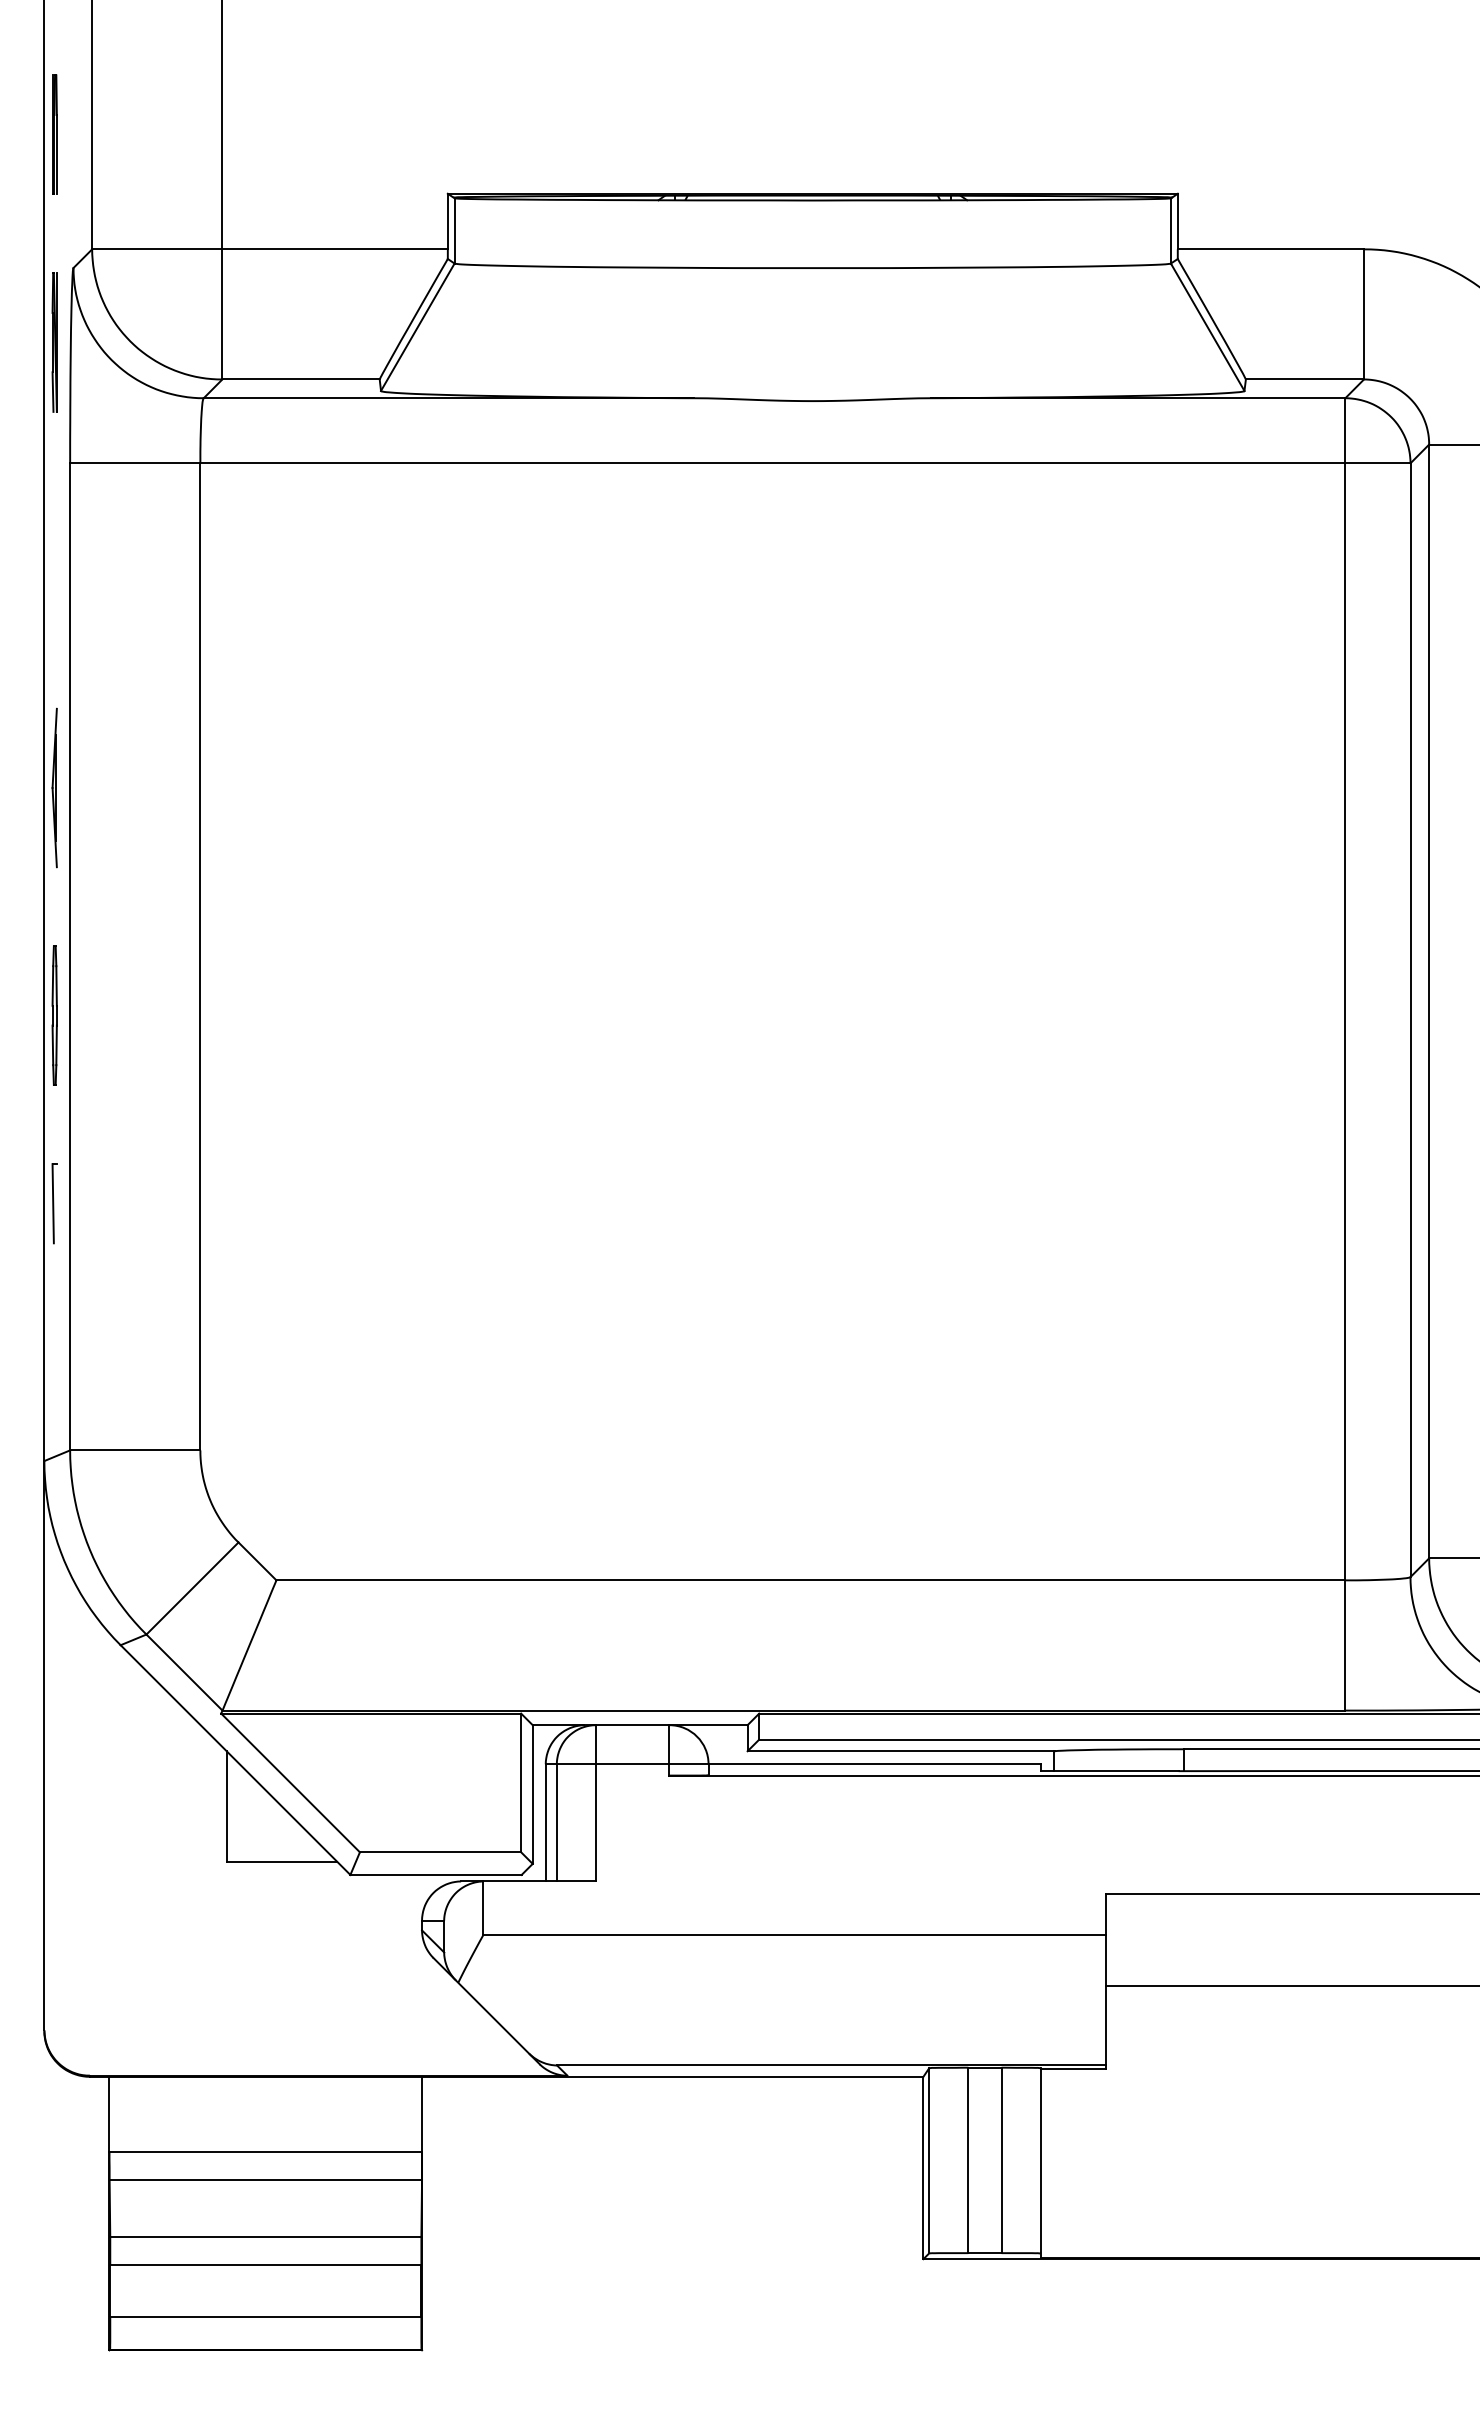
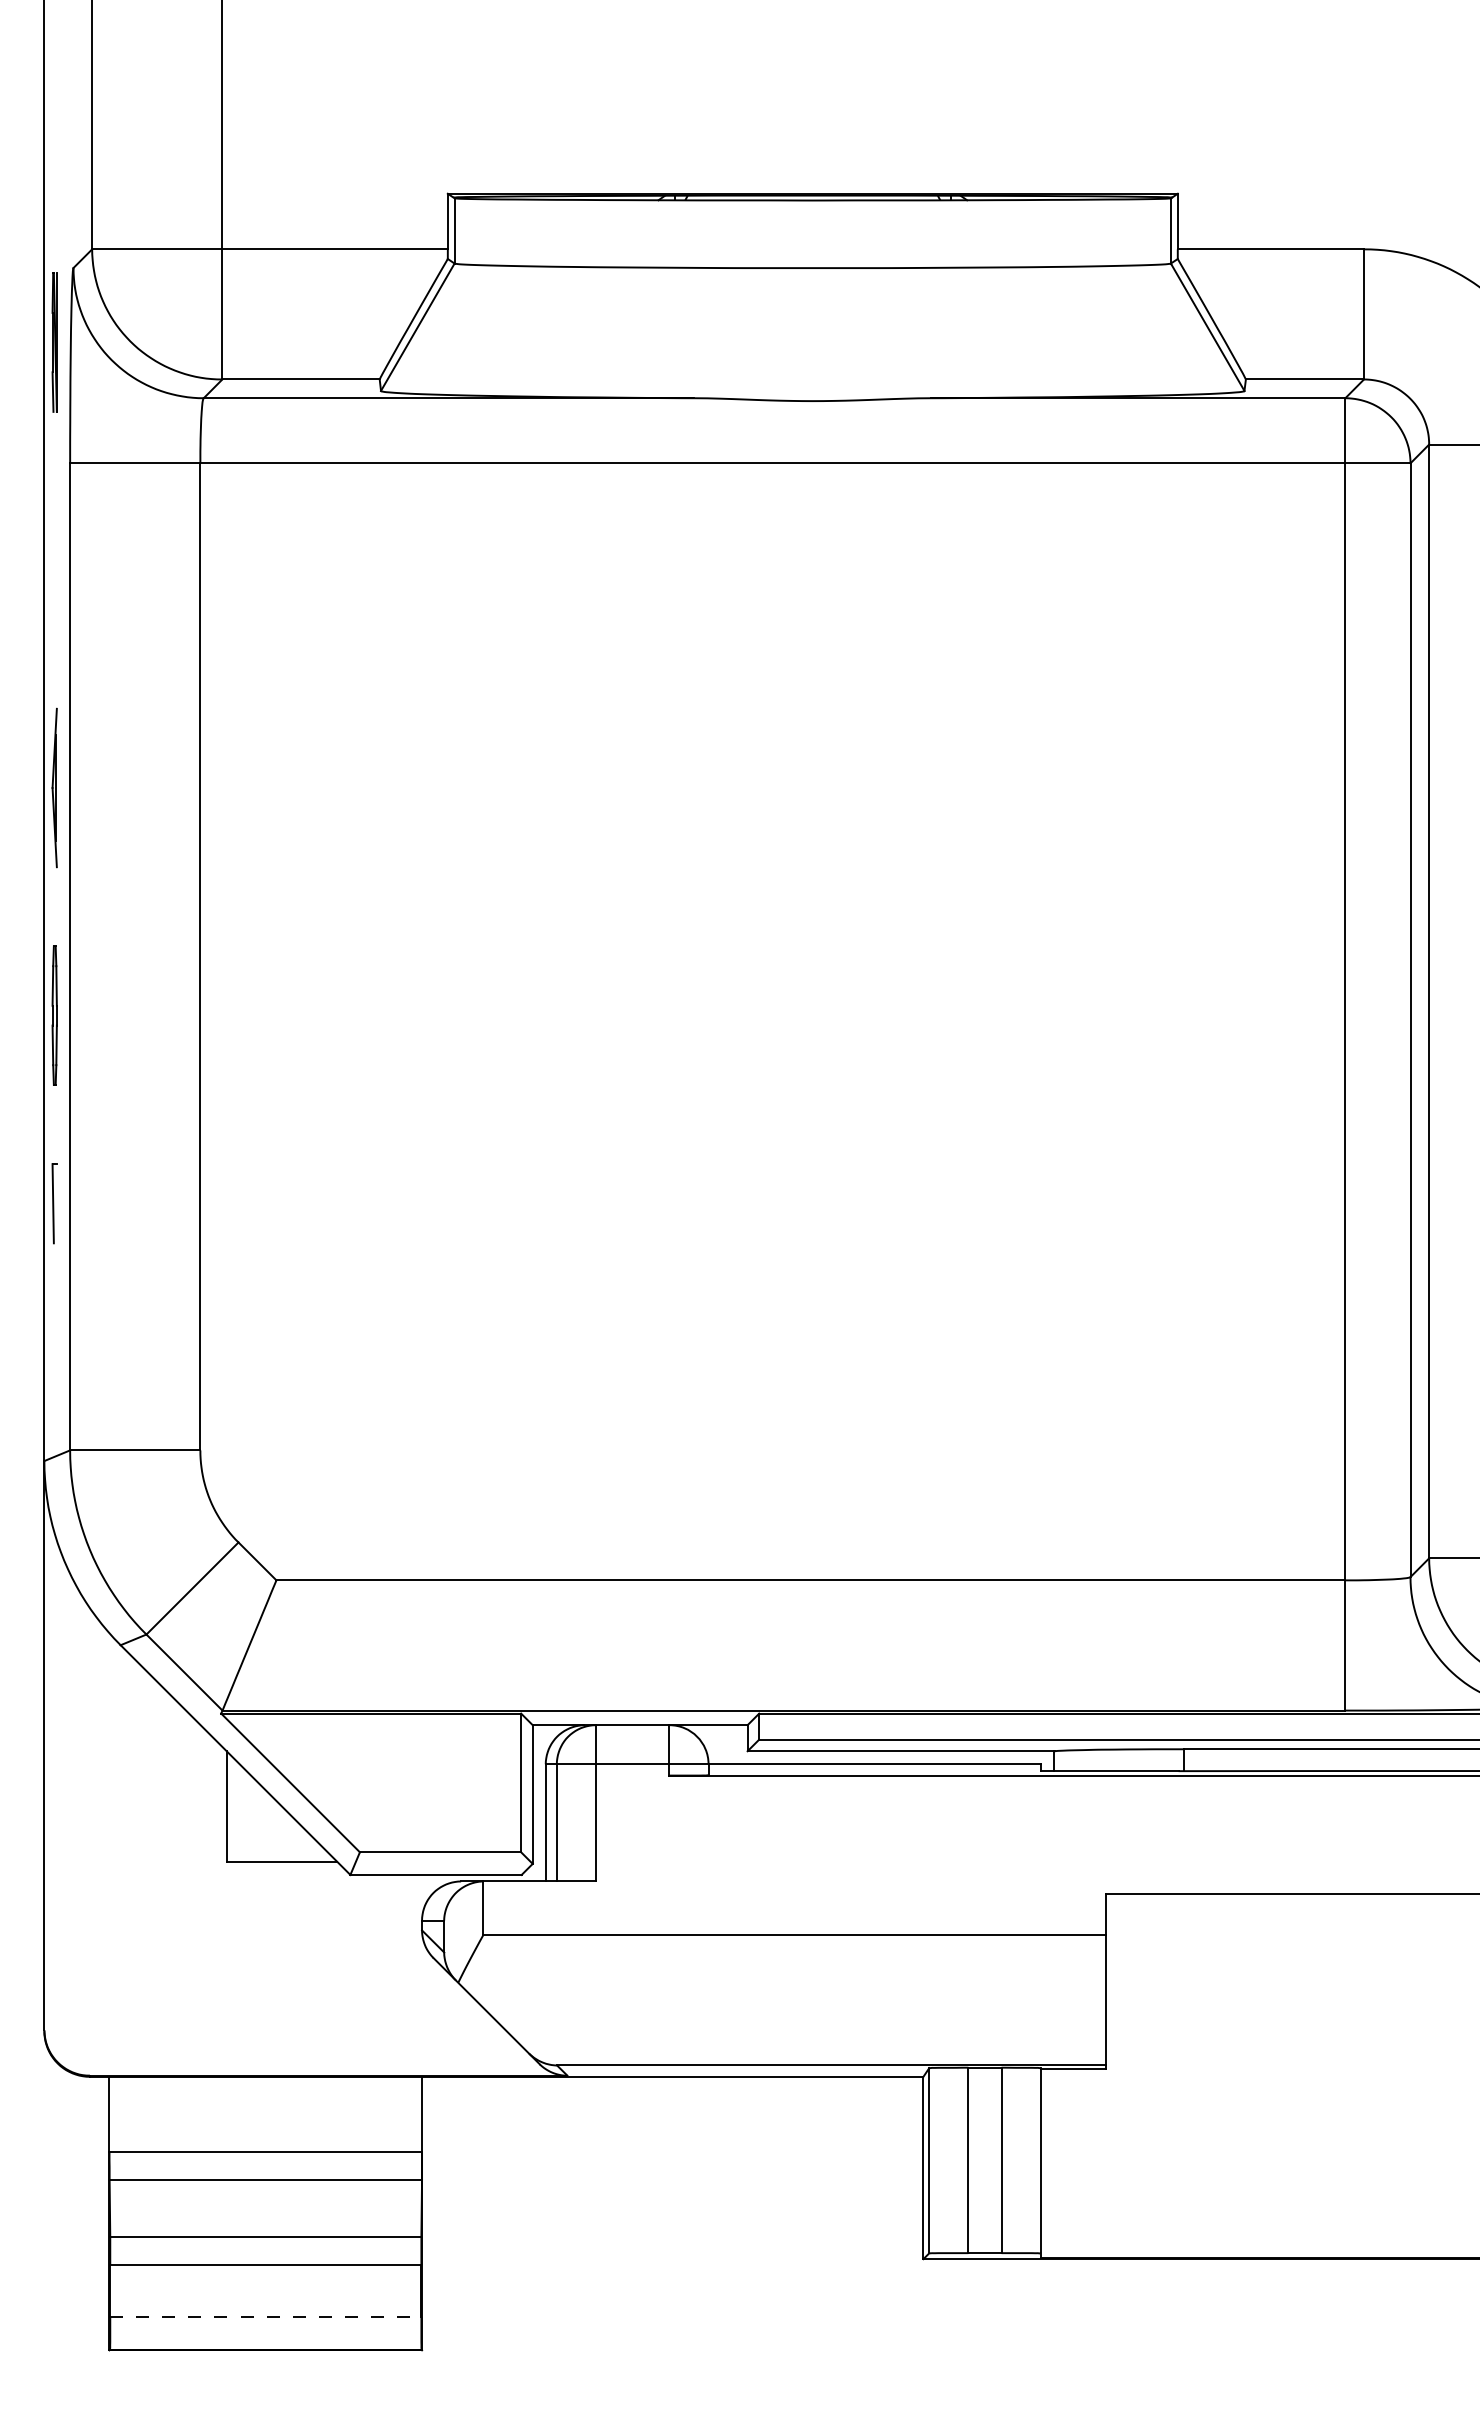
part at (54, 134): present -> none
line at (1290, 1985): present -> none
line at (265, 2317): solid -> dashed
